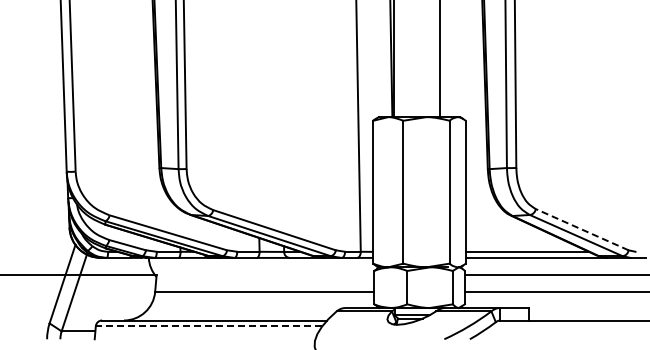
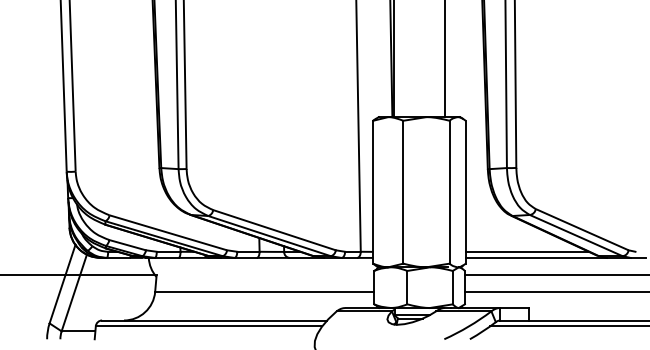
line at (439, 59) position: (439, 59) -> (444, 59)
line at (582, 229): dashed -> solid
line at (208, 326): dashed -> solid
line at (568, 326): none -> present
